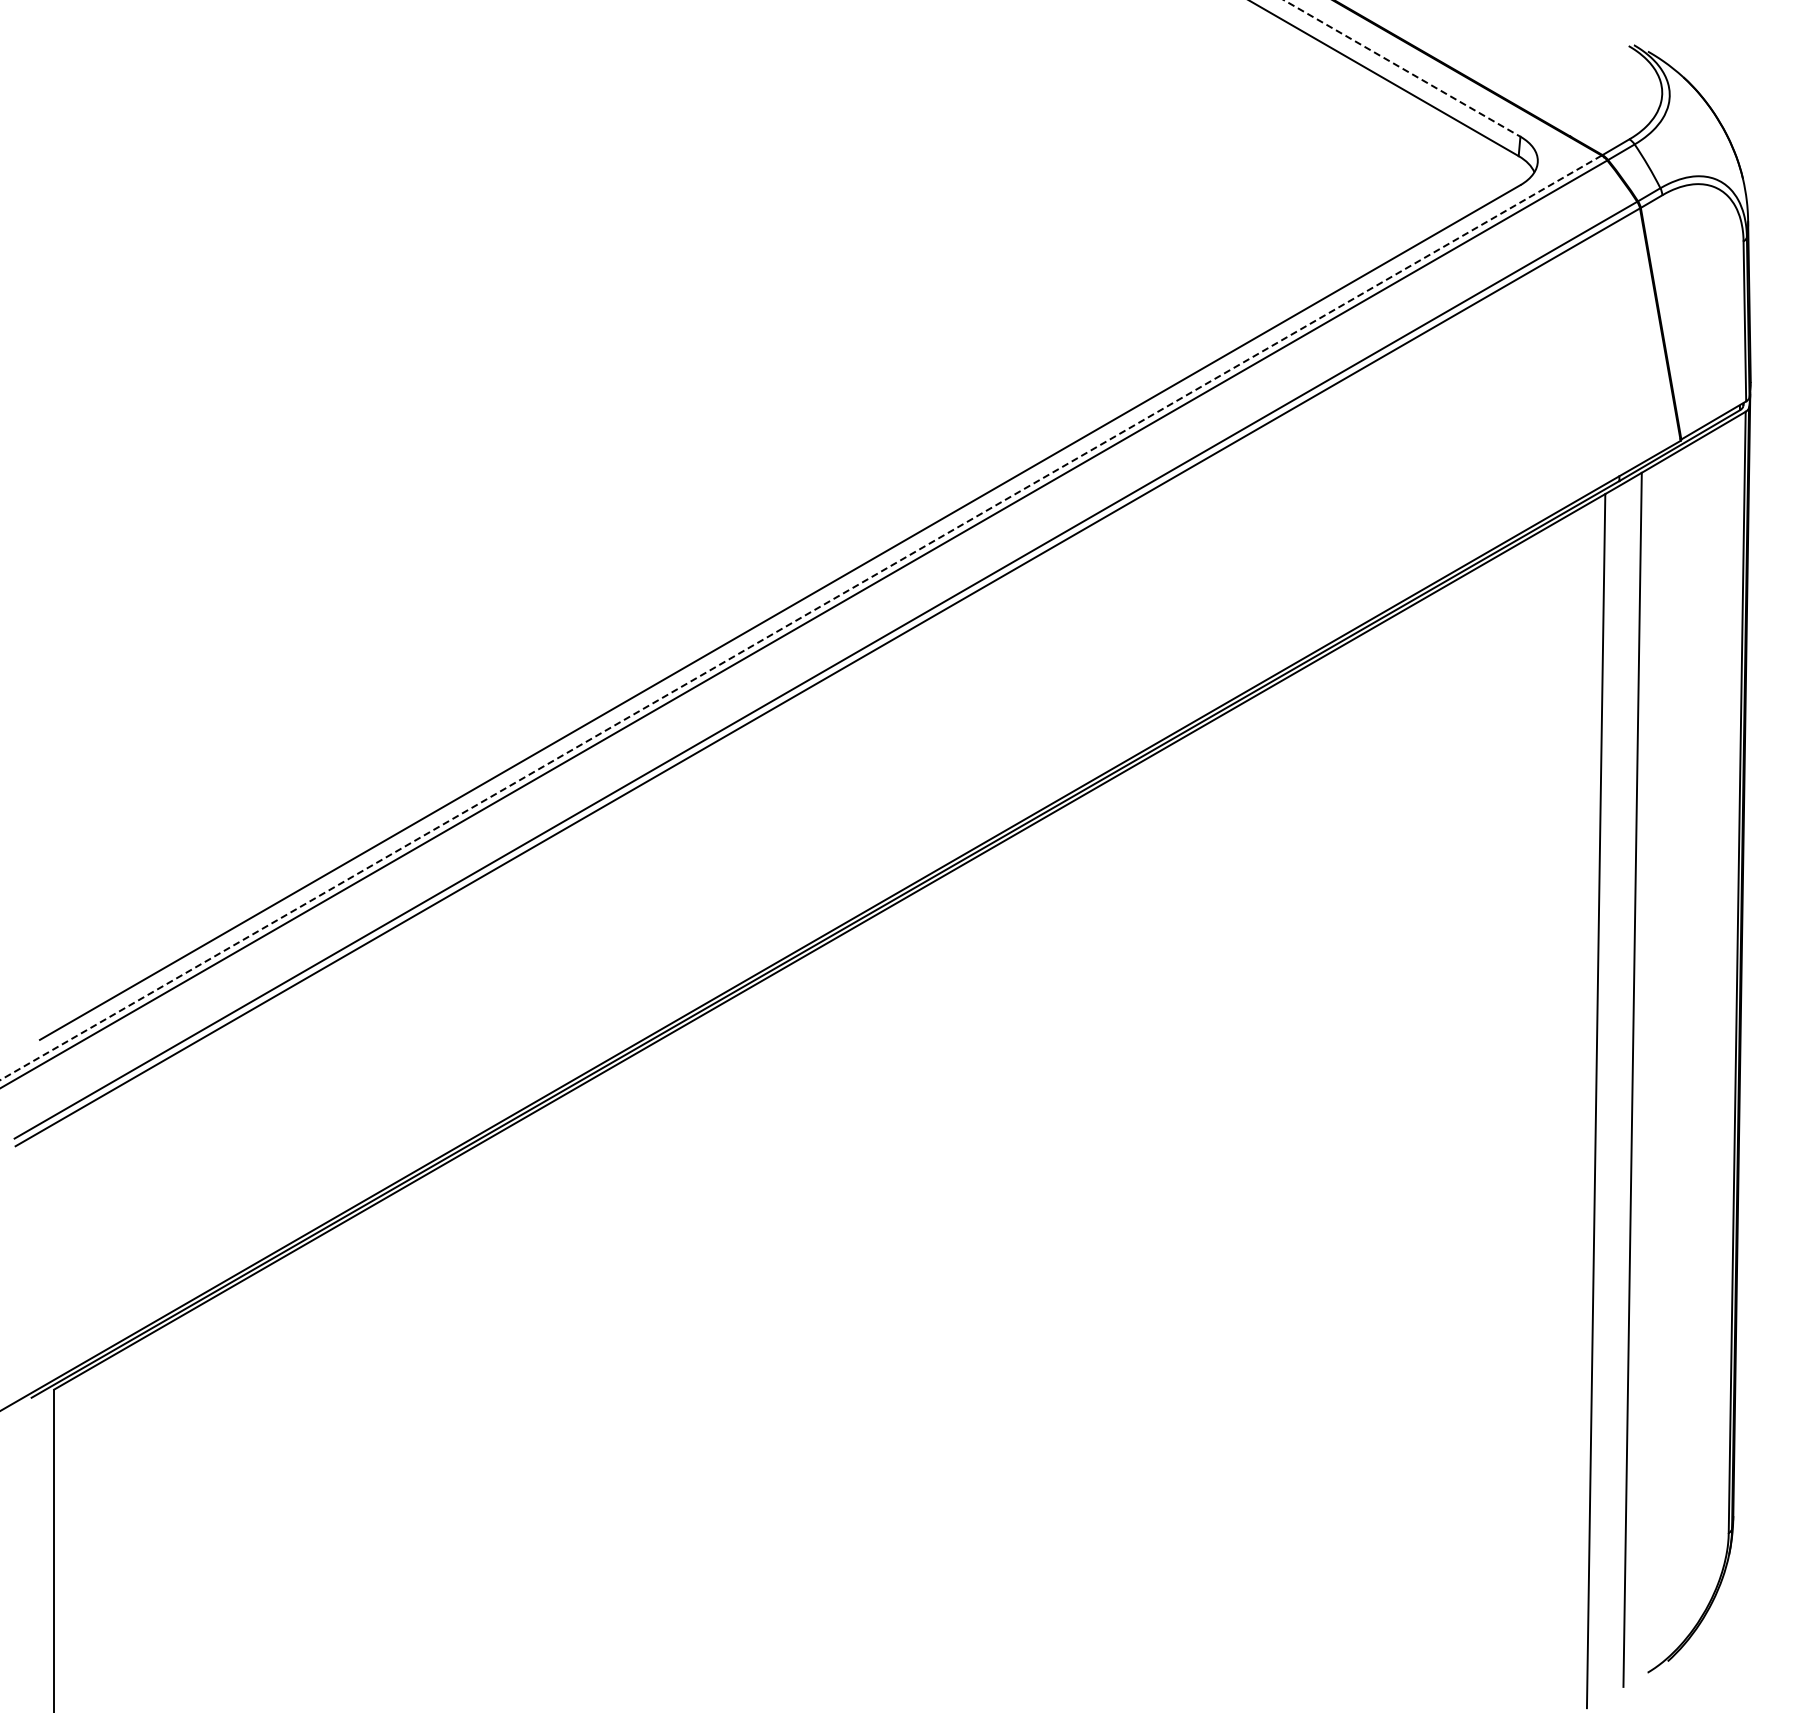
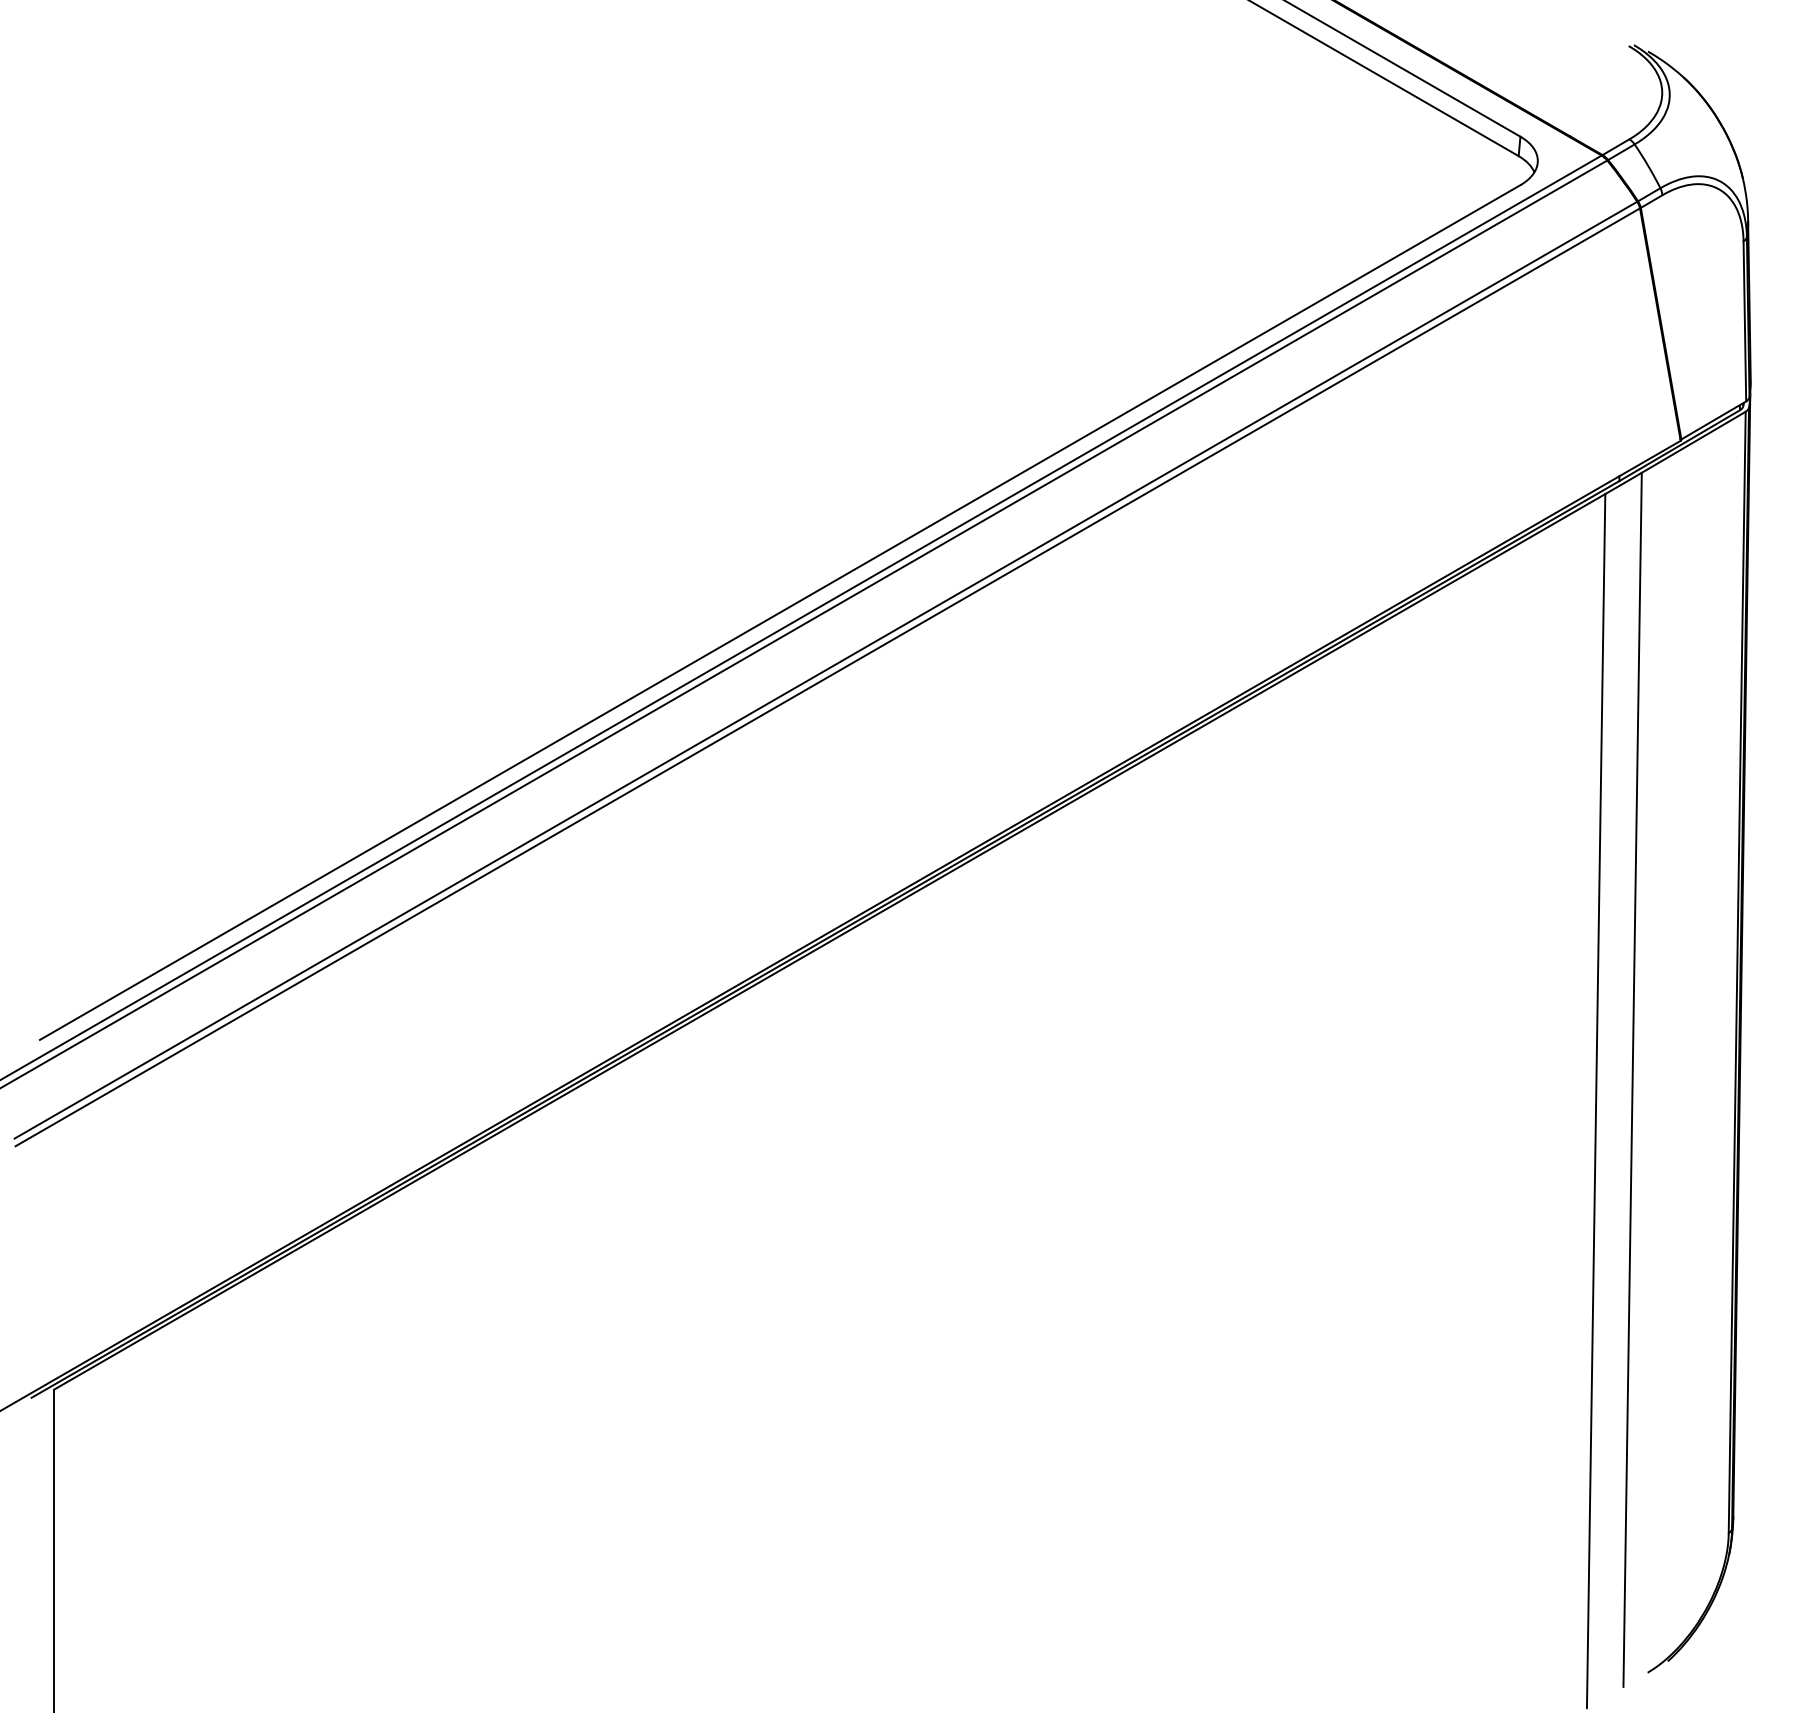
line at (1402, 68): dashed -> solid
line at (800, 617): dashed -> solid
